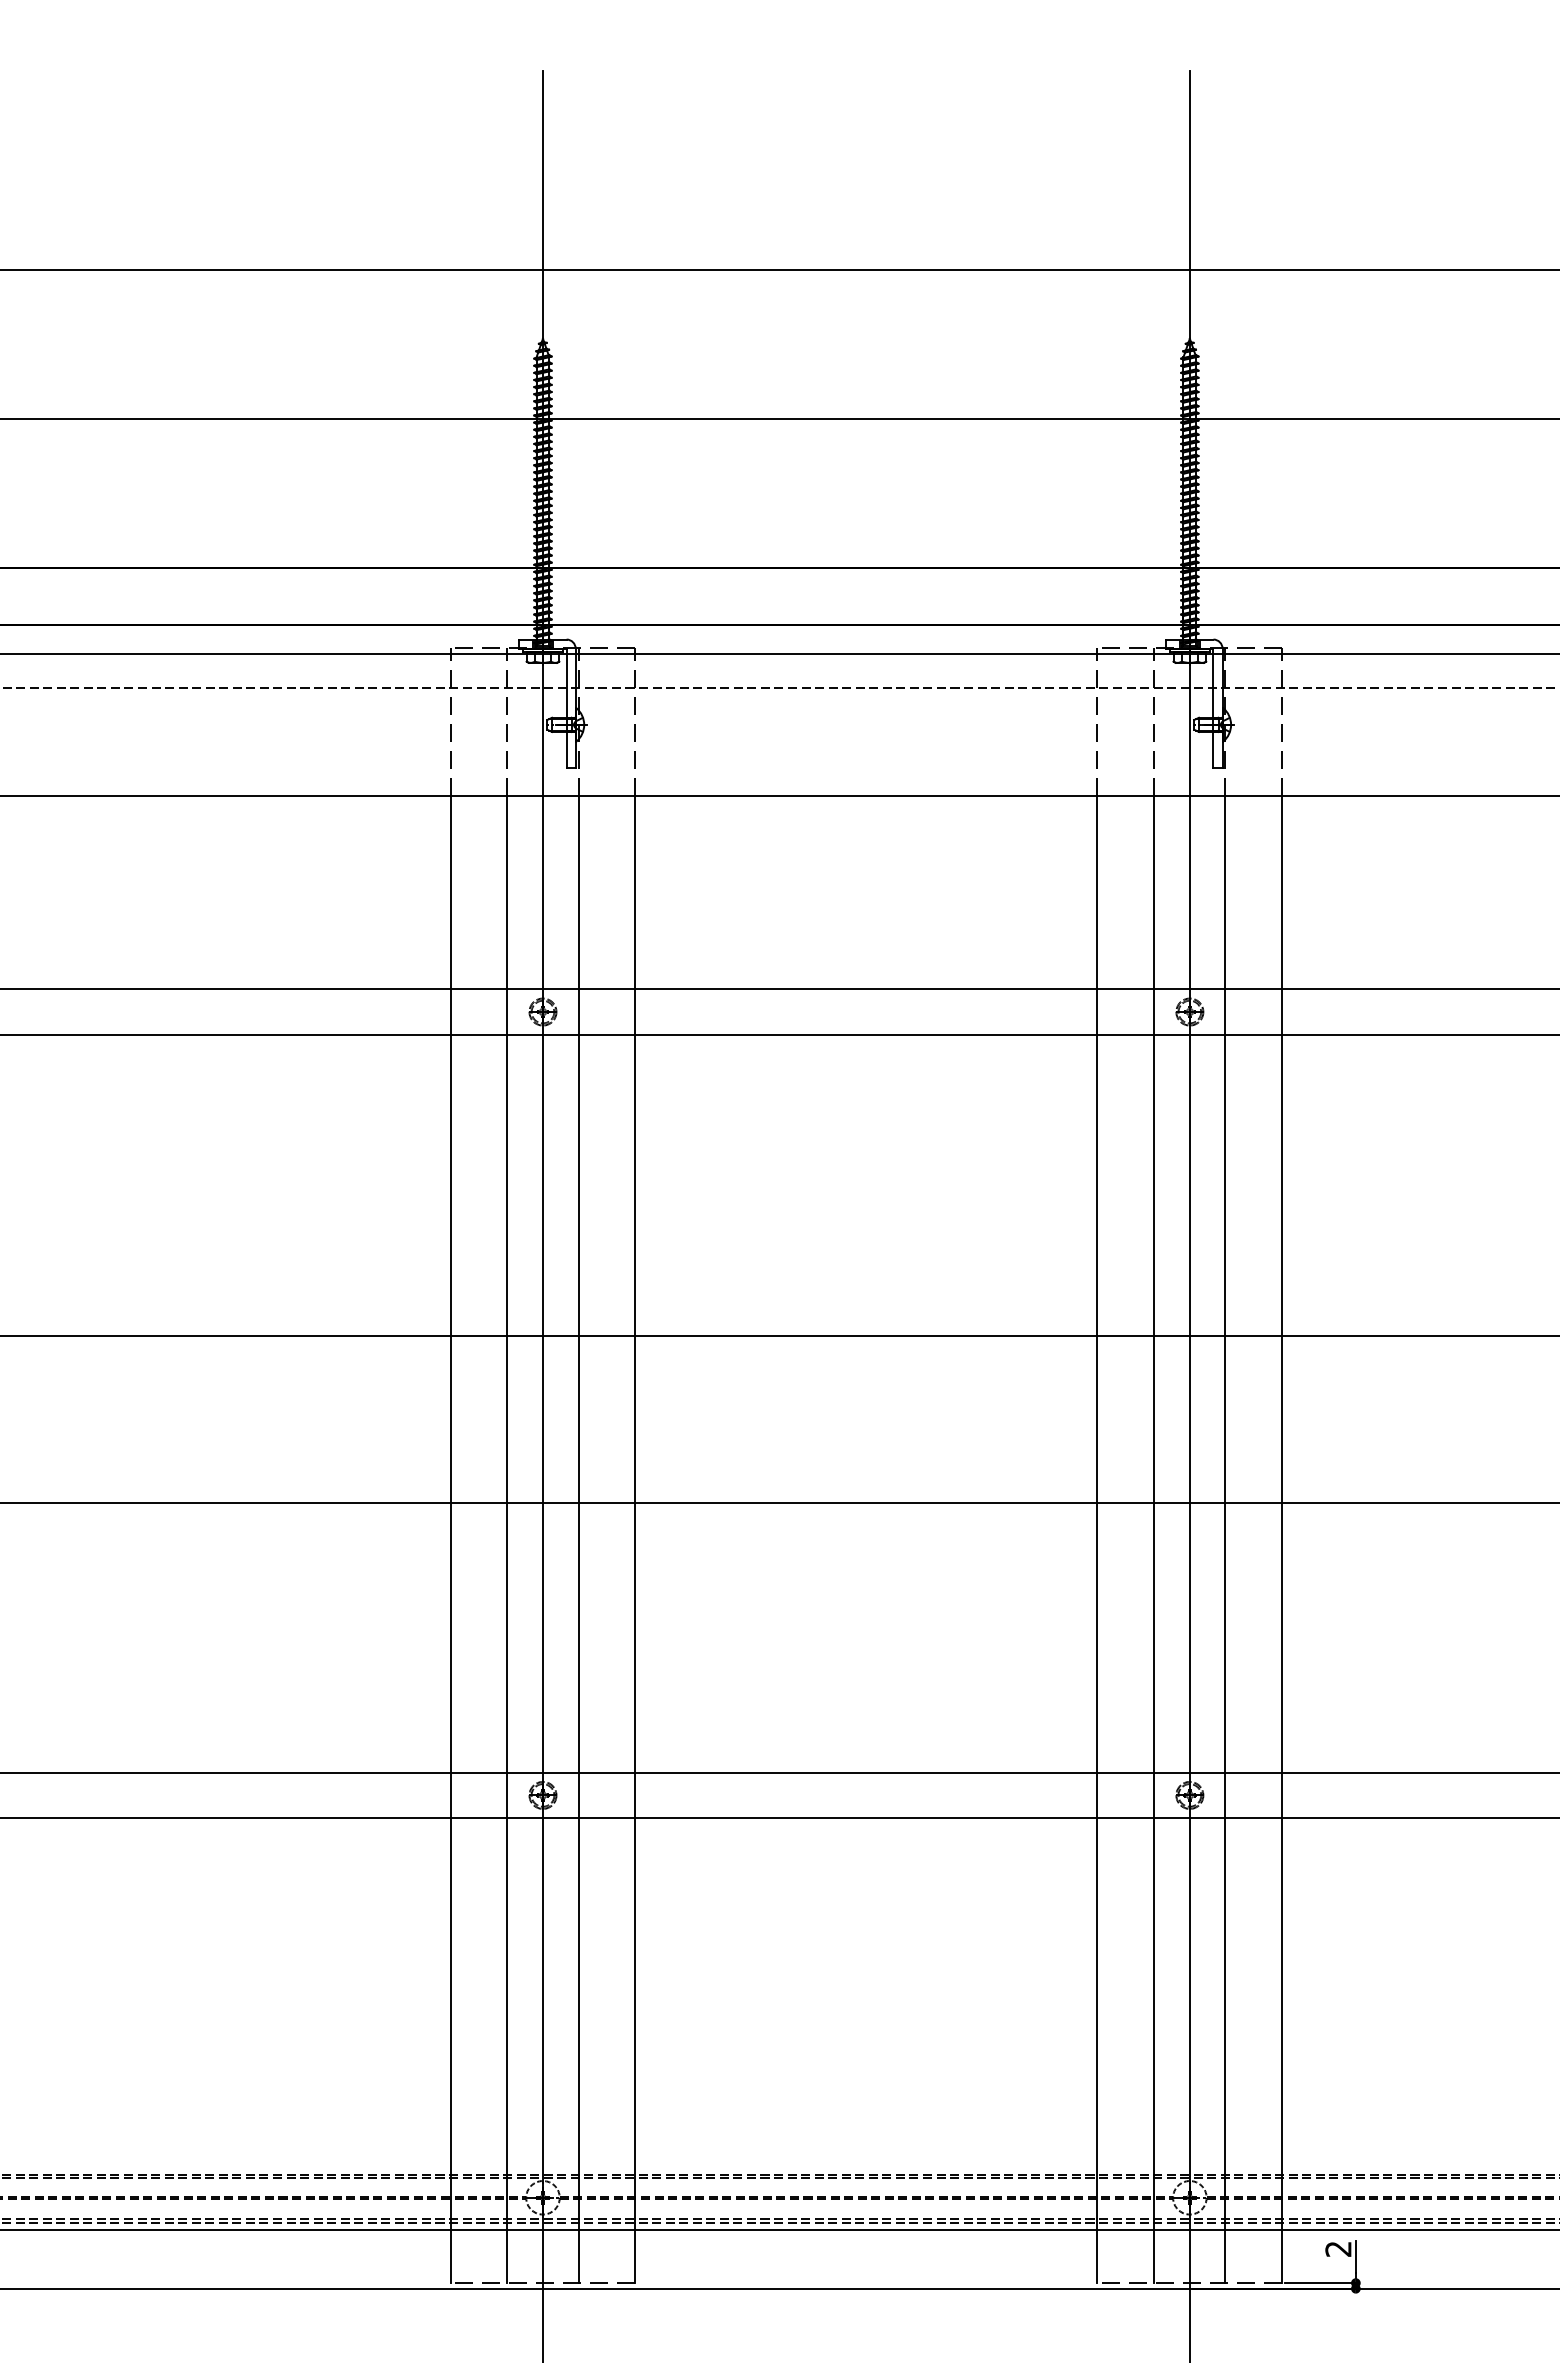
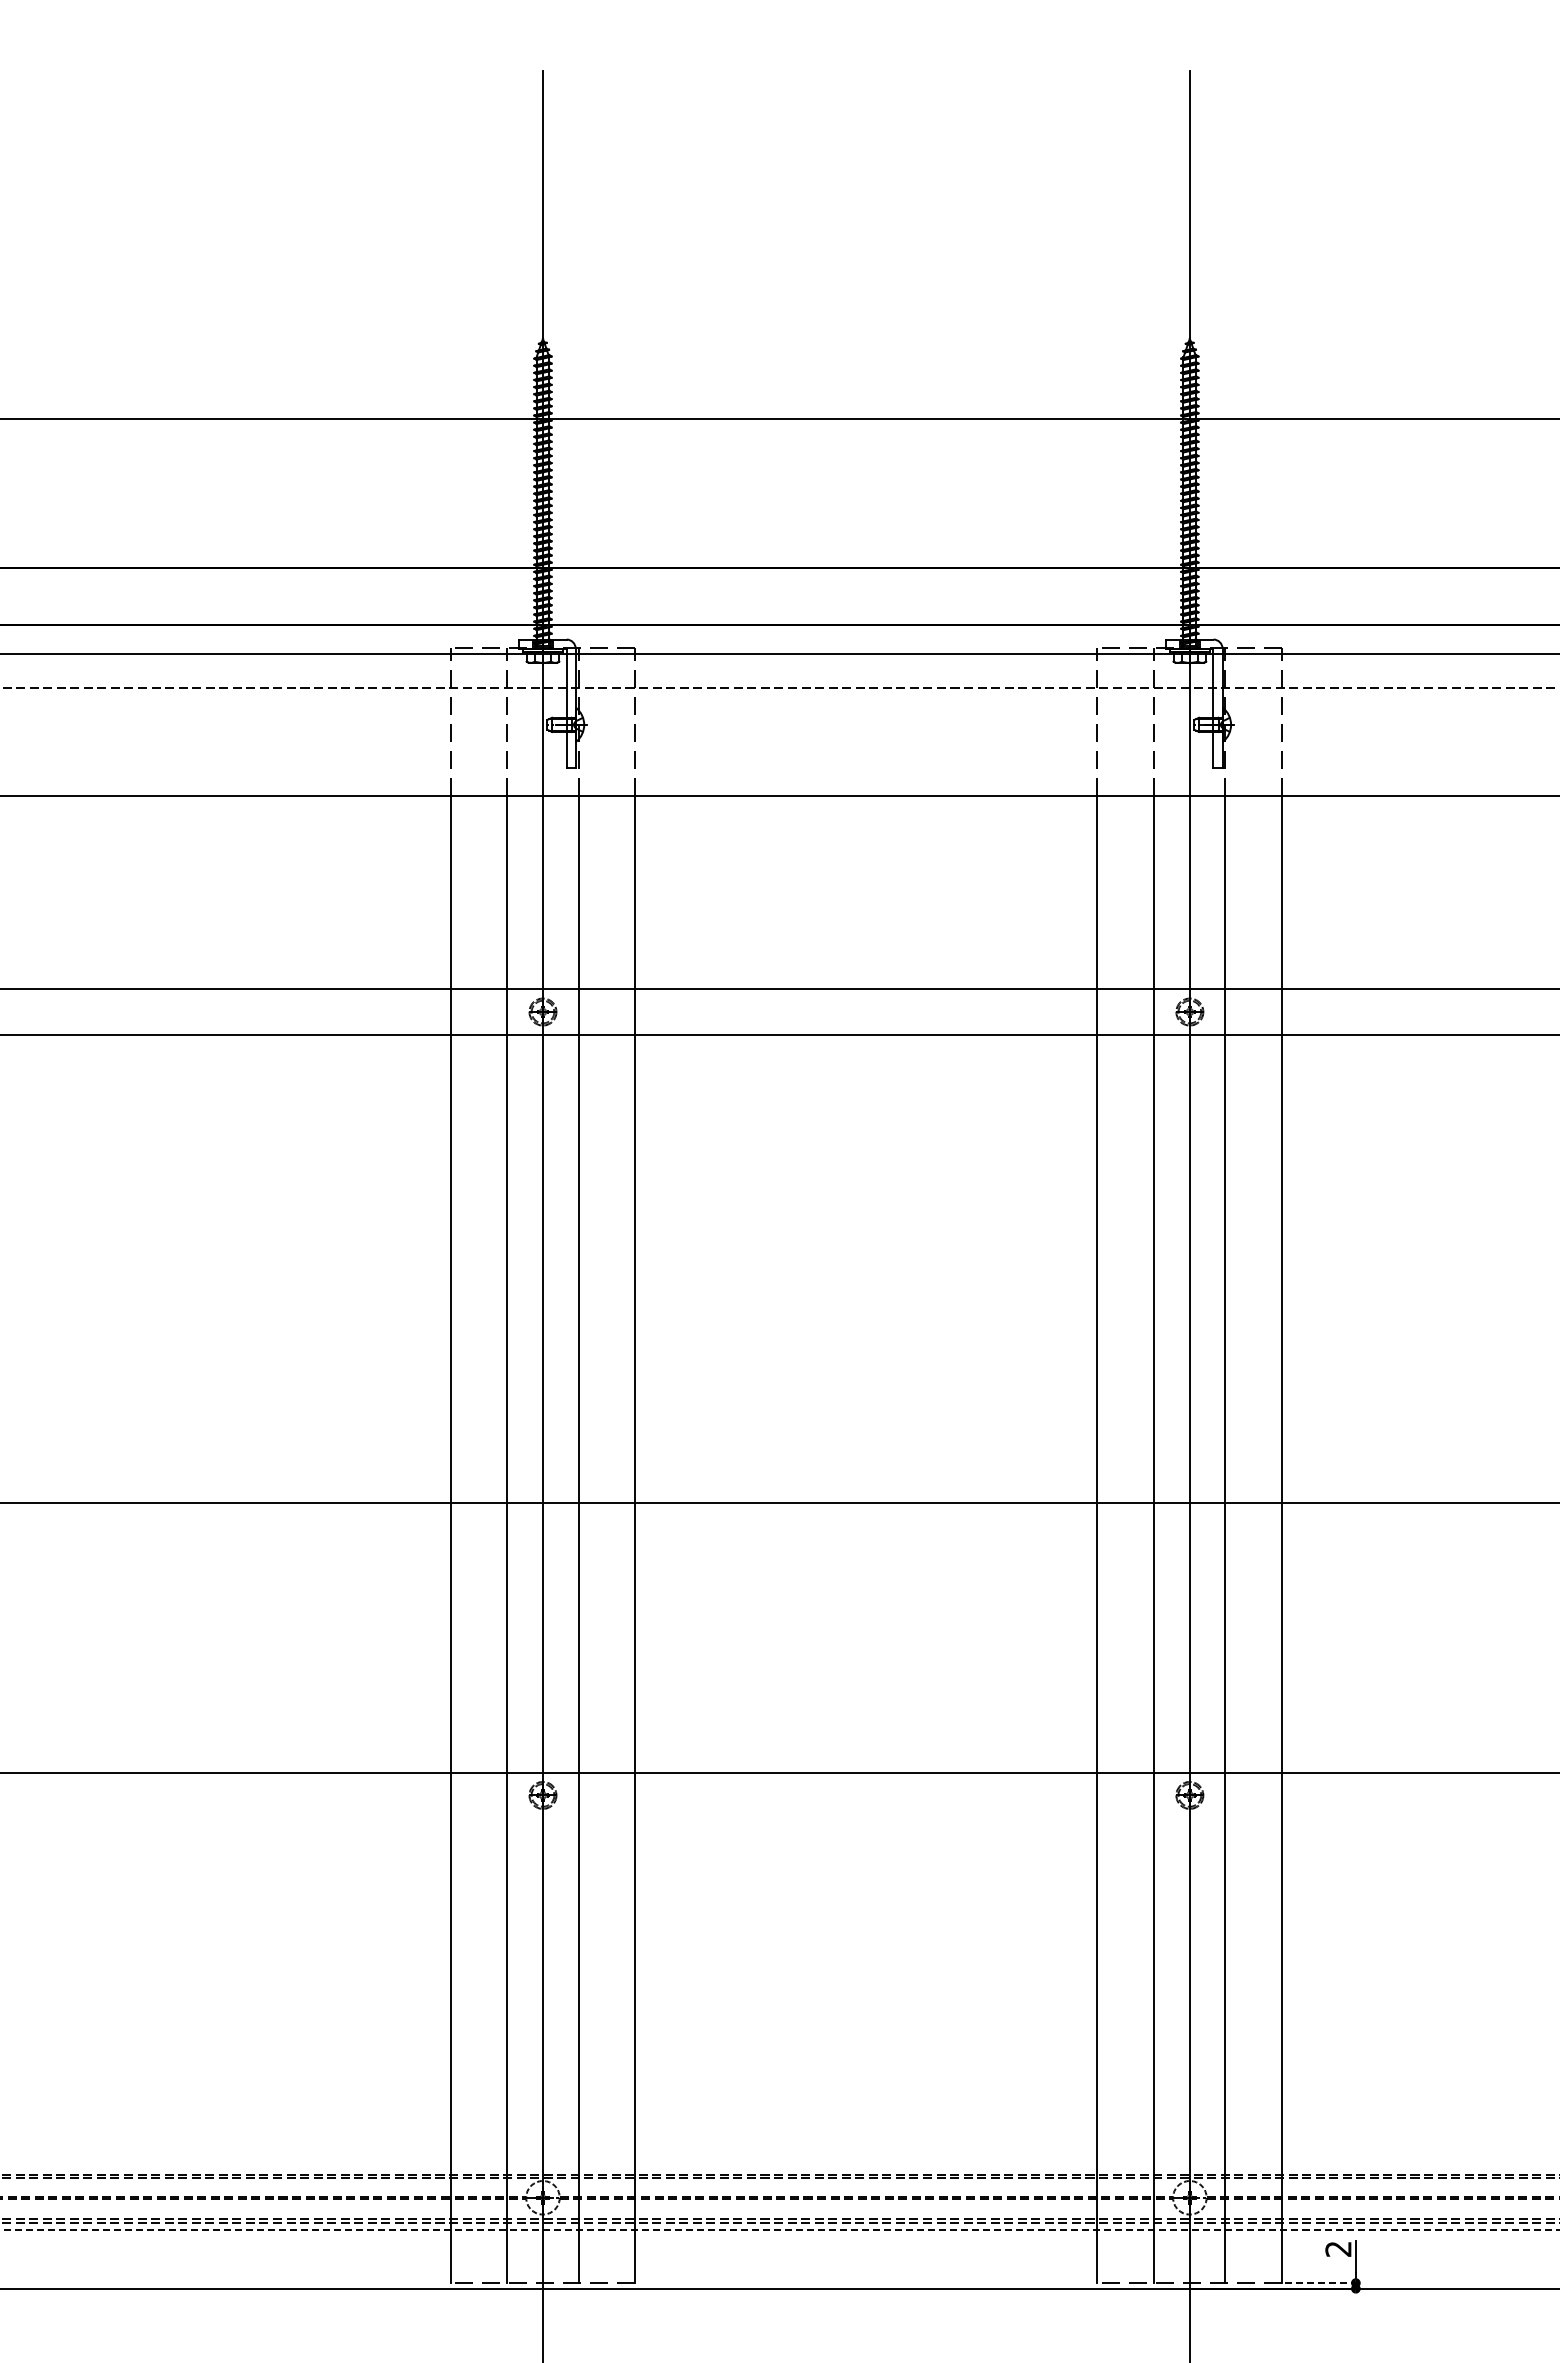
line at (779, 269): present -> none
line at (779, 1336): present -> none
line at (779, 1818): present -> none
line at (779, 2230): solid -> dashed
line at (1321, 2283): solid -> dashed
